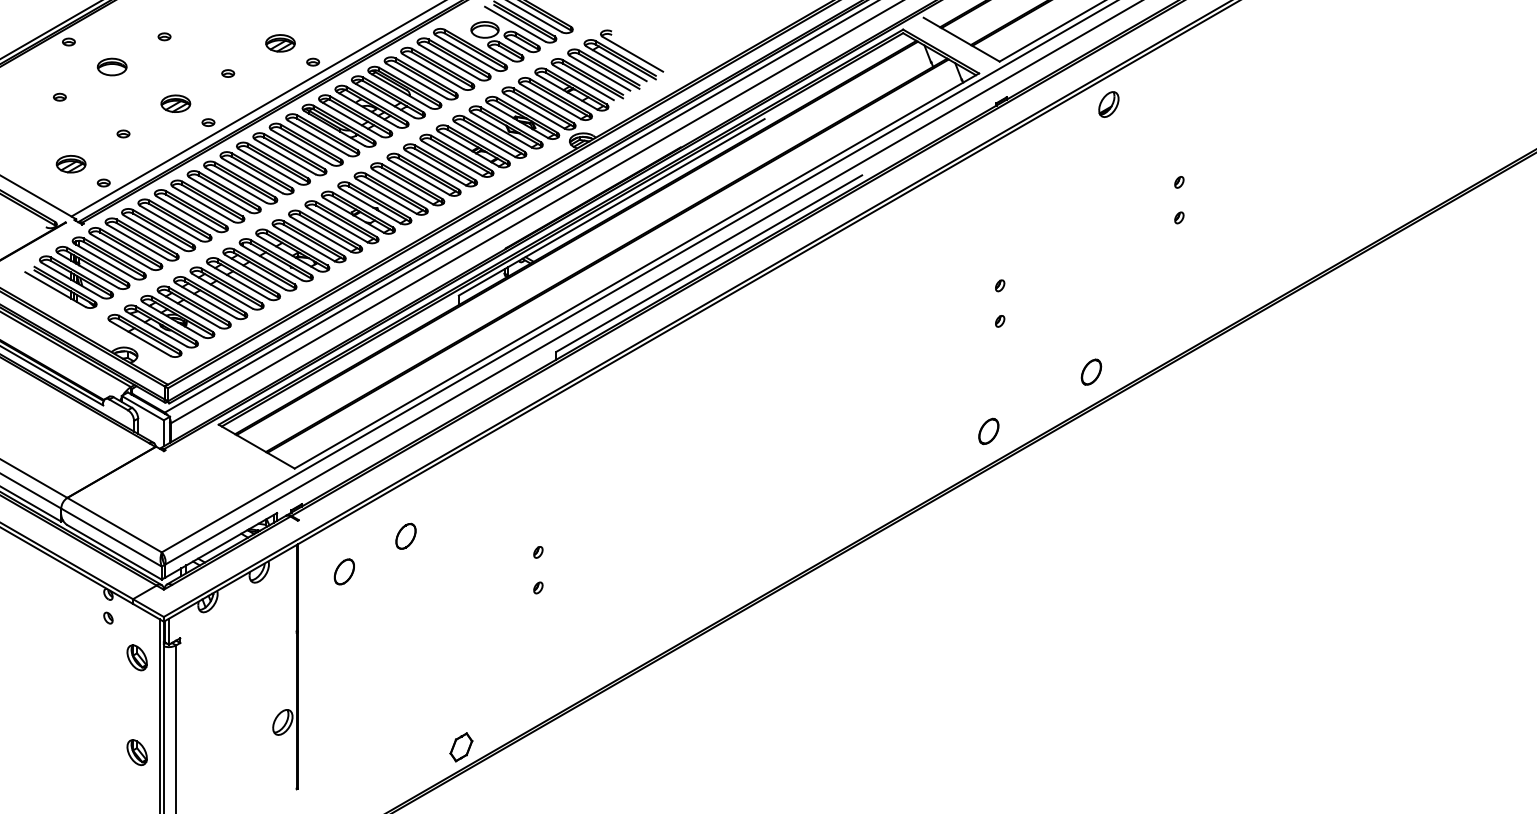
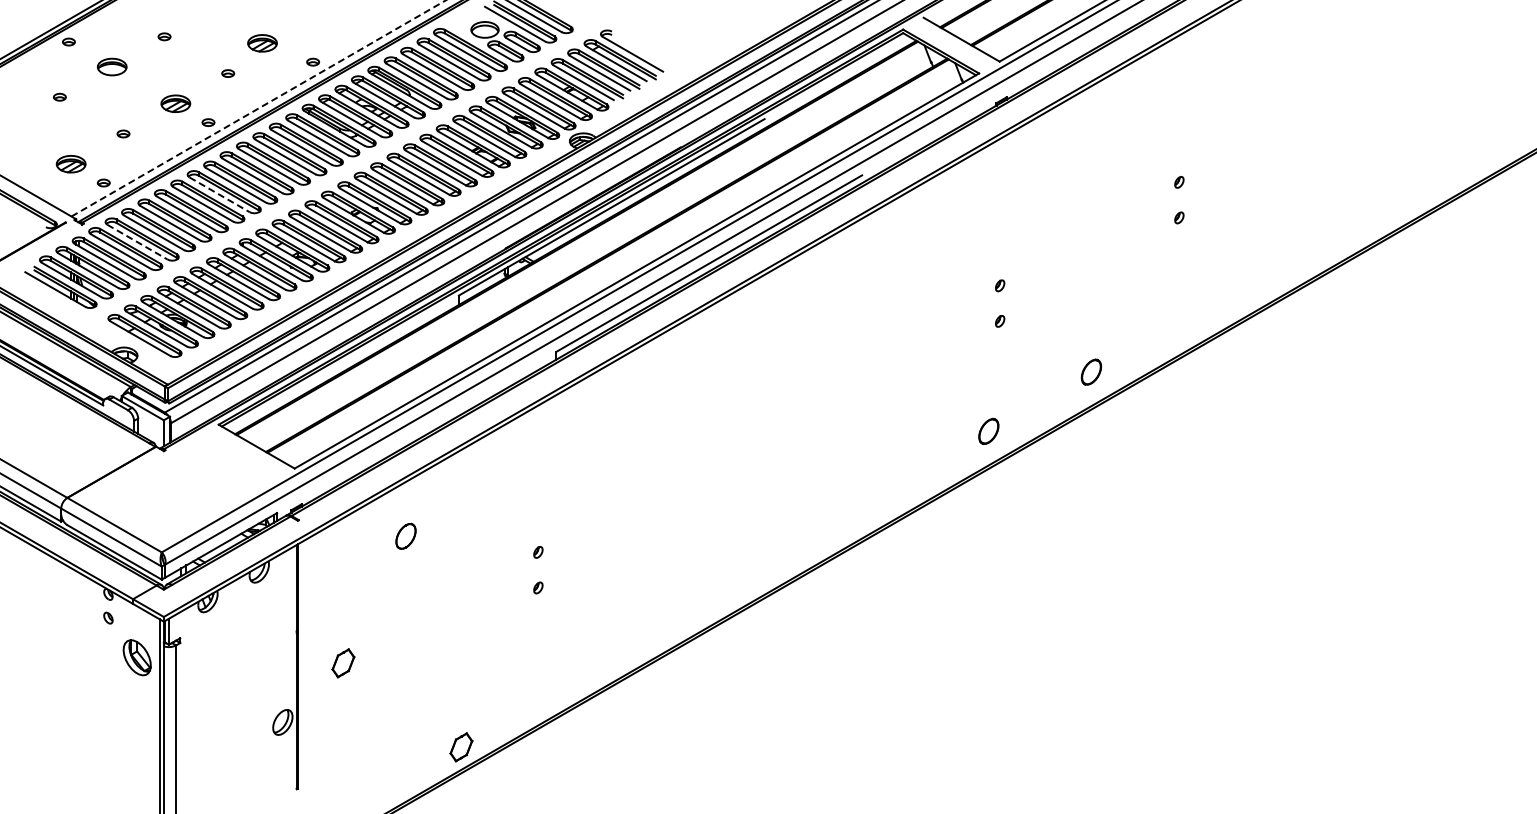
part at (280, 43) position: (280, 43) -> (262, 43)
part at (1108, 104): present -> none
line at (259, 108): solid -> dashed
line at (219, 194): solid -> dashed
line at (137, 242): solid -> dashed
part at (343, 571): present -> none
part at (136, 657) size: 22x28 px -> 30x38 px
part at (343, 663): none -> present
part at (136, 752): present -> none
